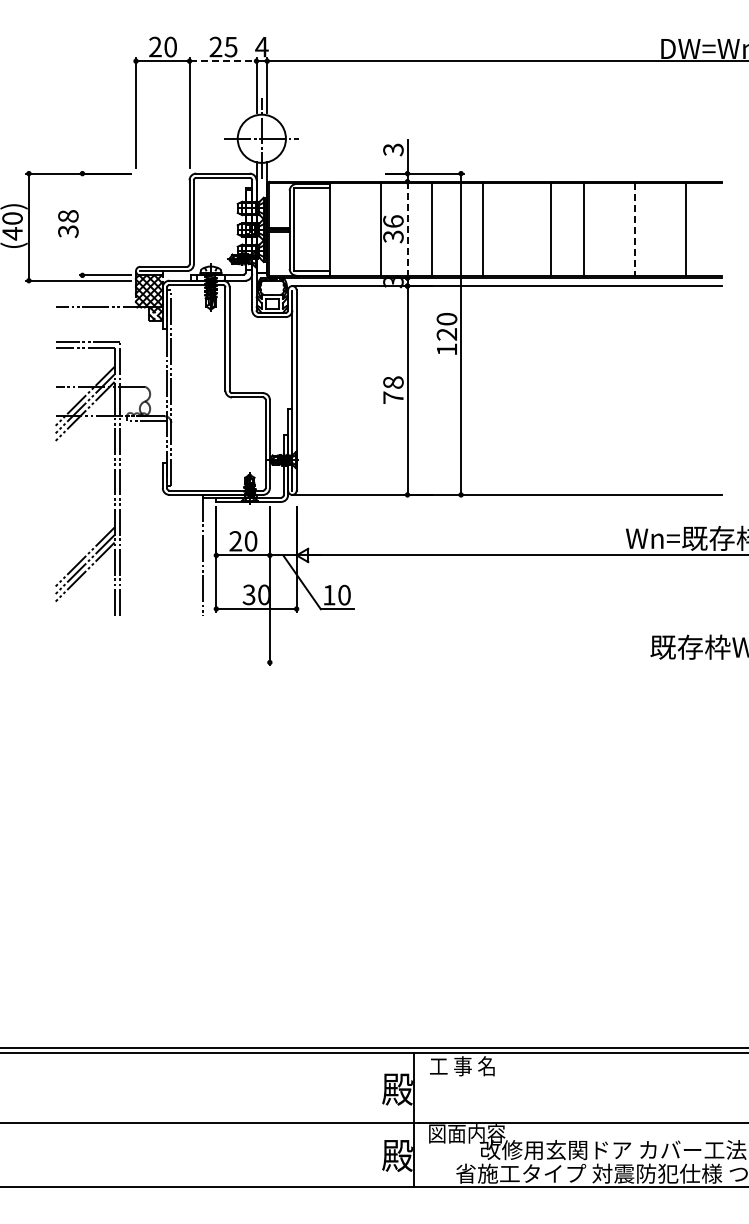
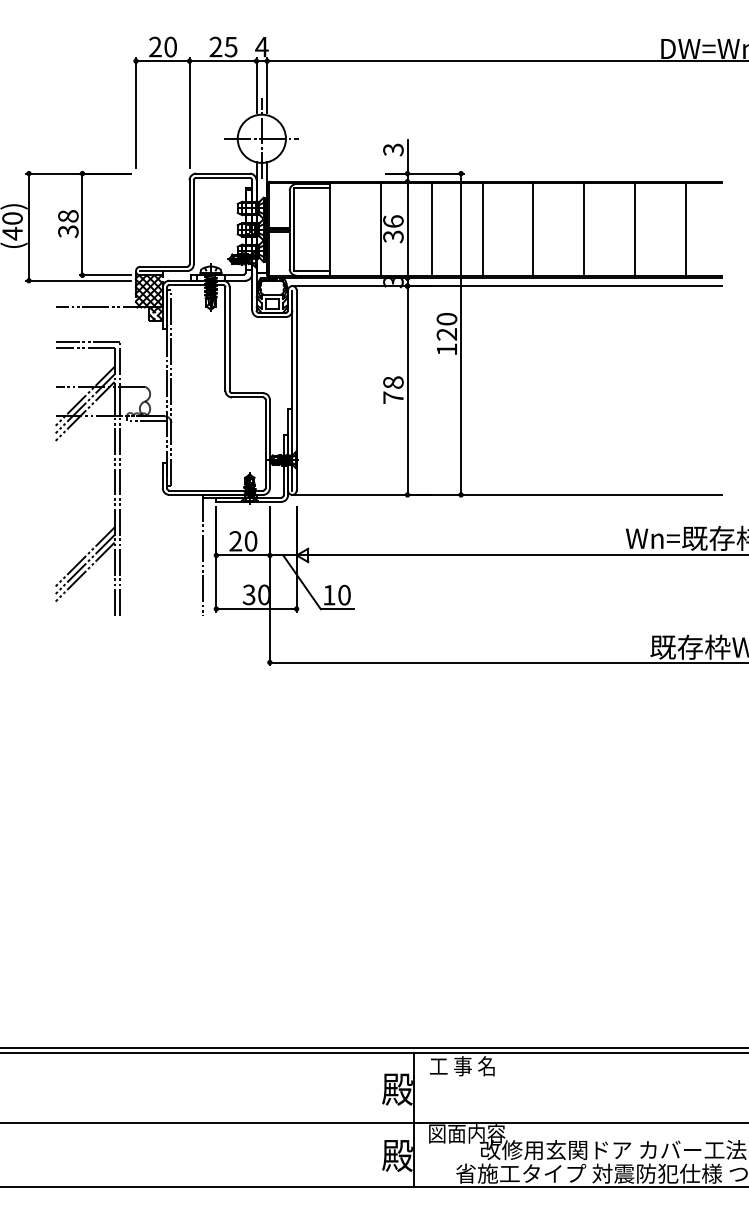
line at (223, 61): dashed -> solid
line at (82, 224): none -> present
line at (551, 229) position: (551, 229) -> (533, 229)
line at (635, 229): dashed -> solid
line at (407, 230): dashed -> solid
line at (507, 662): none -> present
